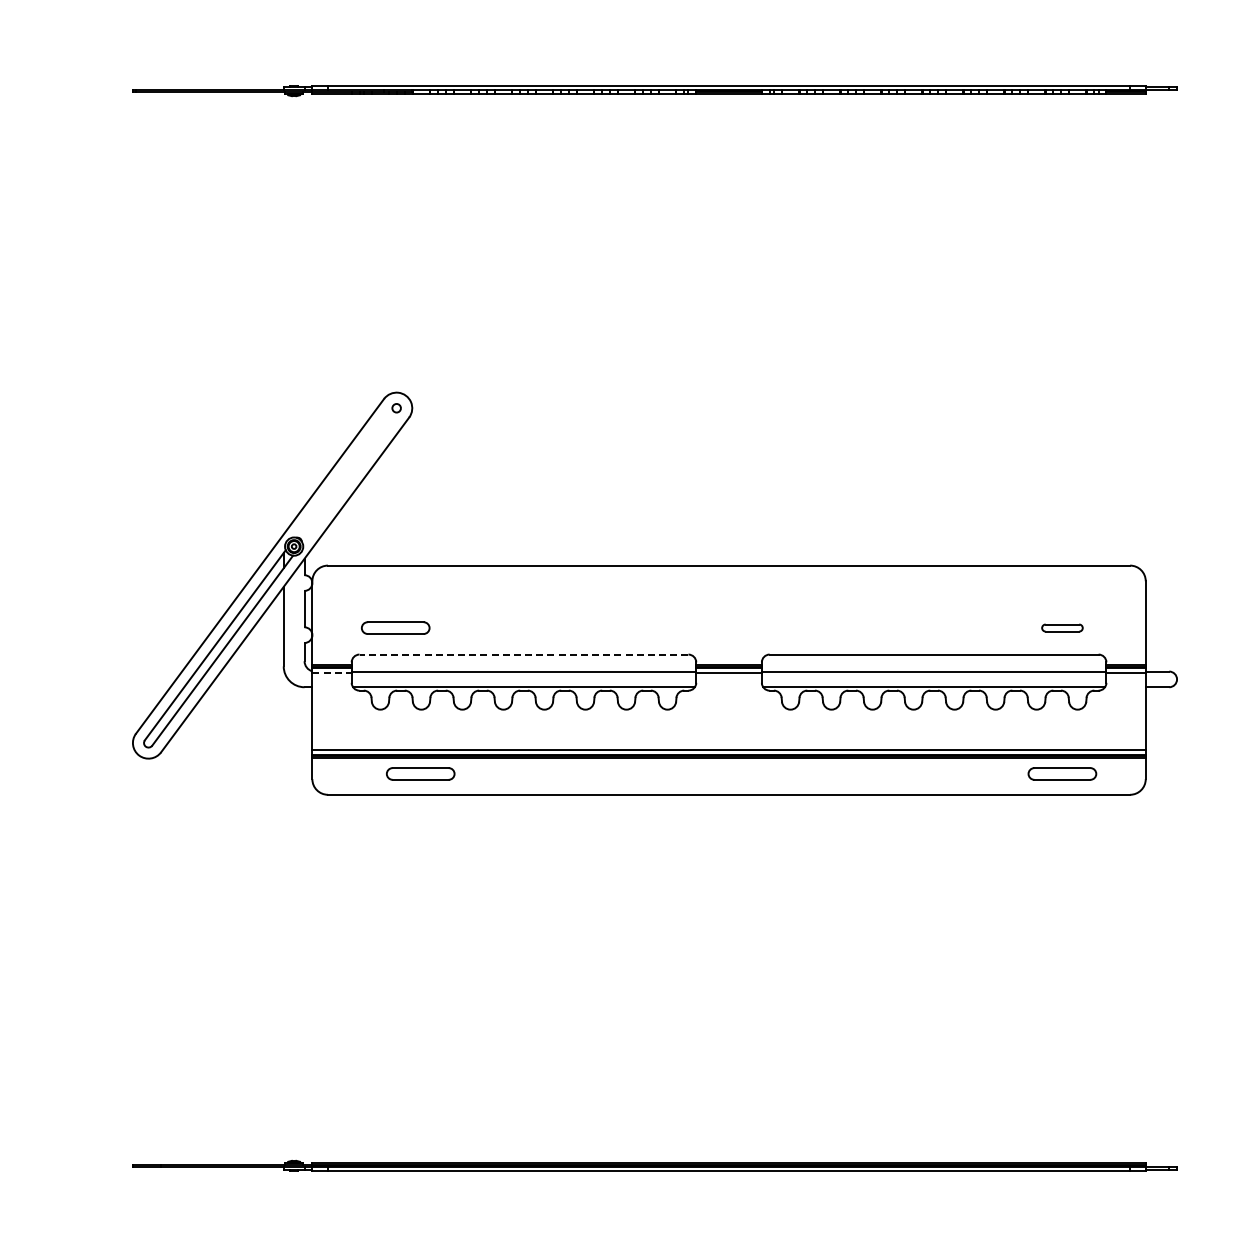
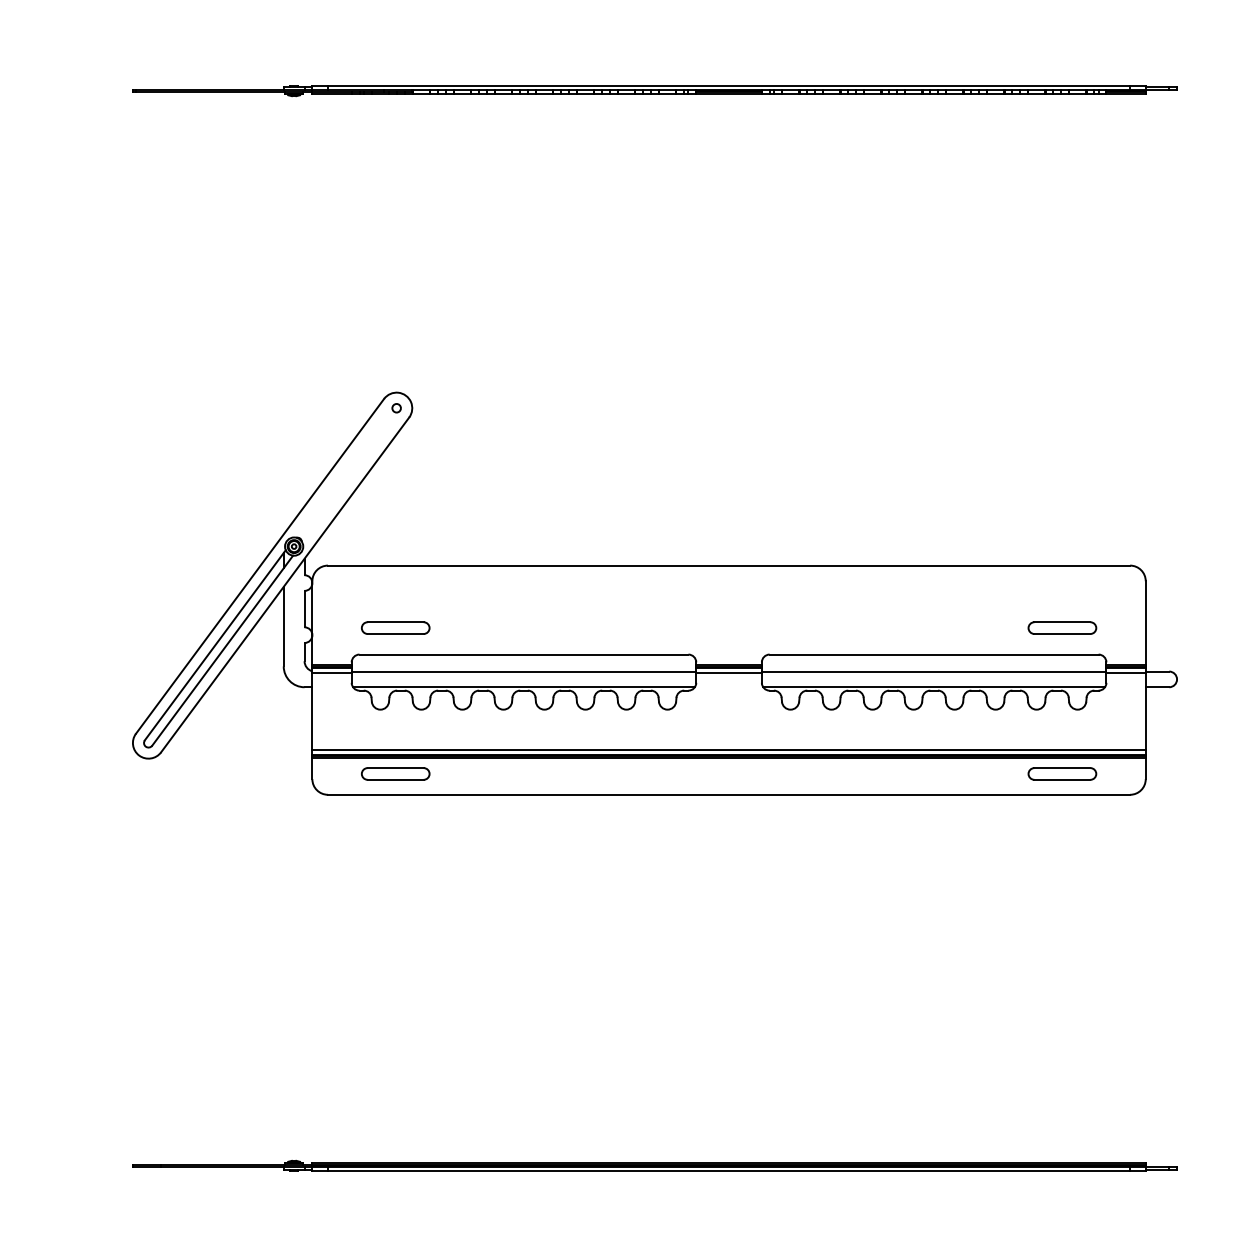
part at (1062, 627) size: 43x10 px -> 71x14 px
line at (523, 654): dashed -> solid
line at (332, 672): dashed -> solid
part at (420, 773) position: (420, 773) -> (395, 773)
